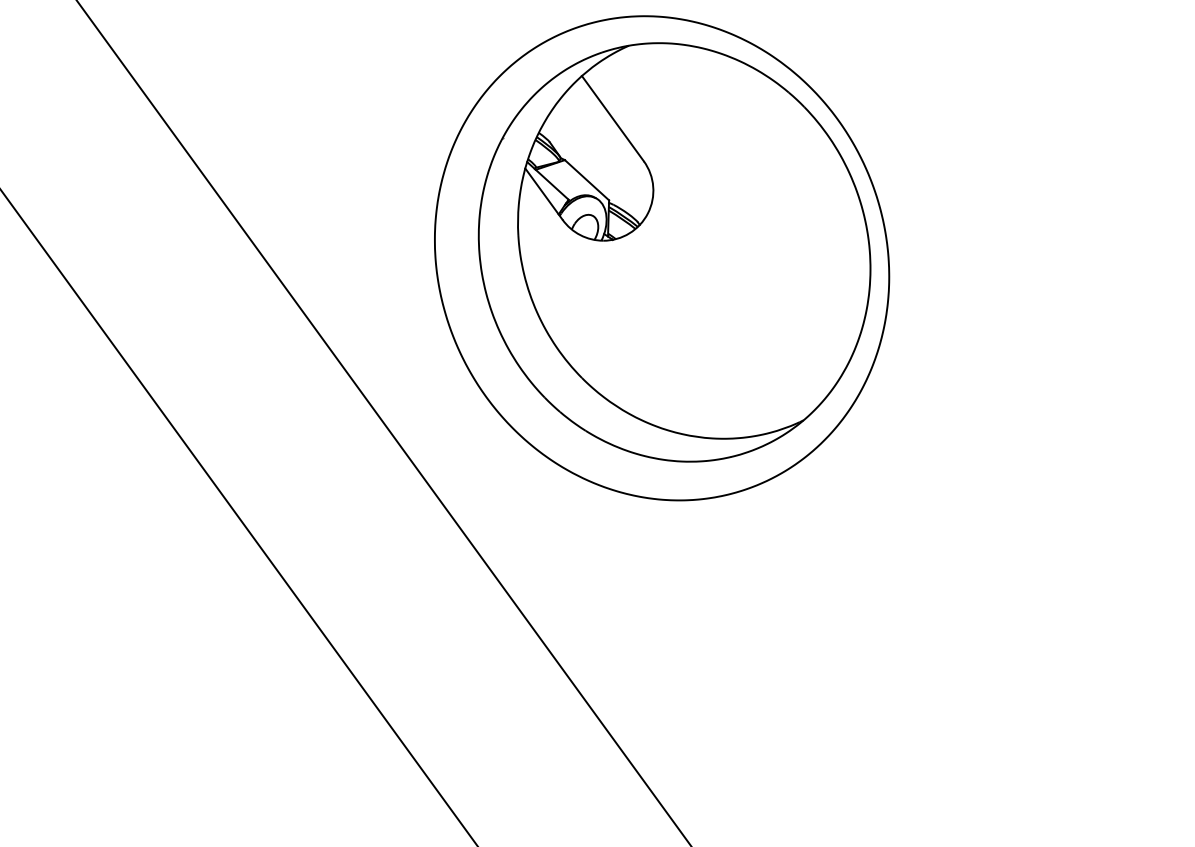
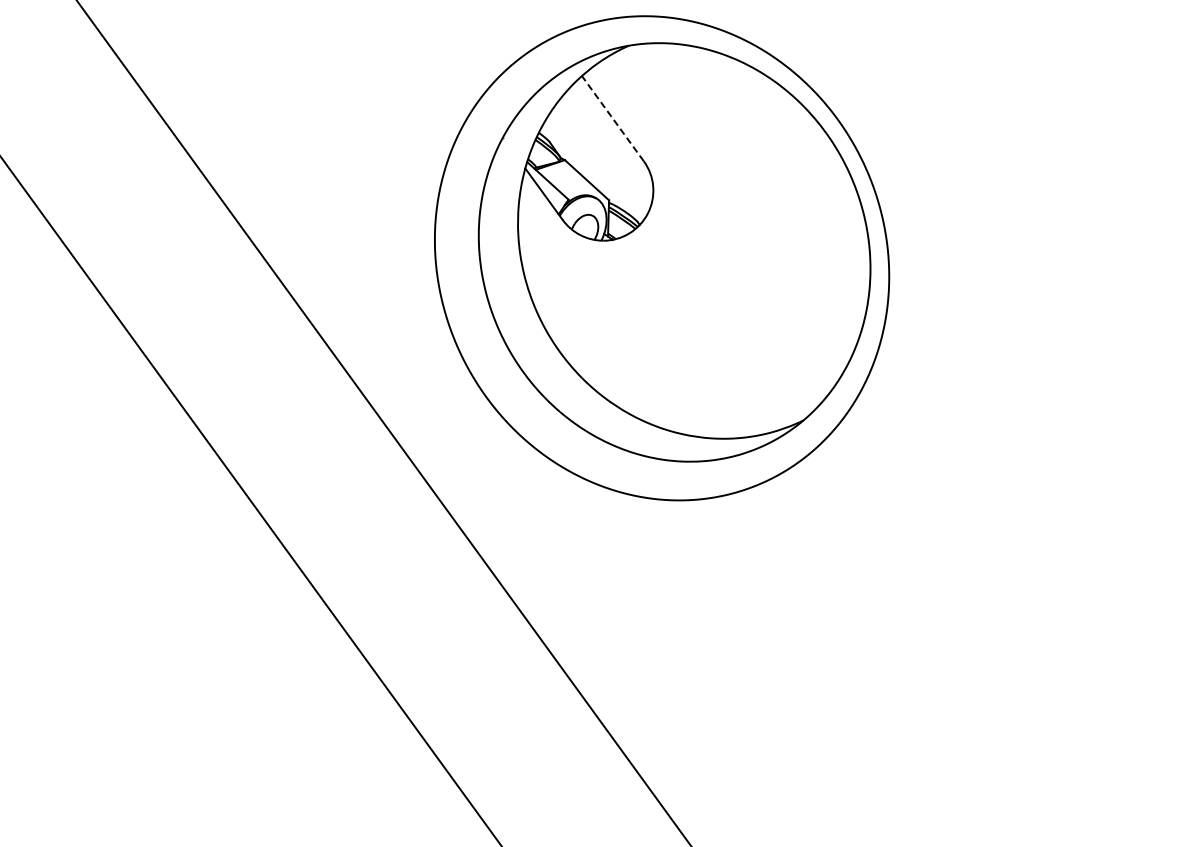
line at (612, 118): solid -> dashed
line at (238, 517) position: (238, 517) -> (250, 500)
